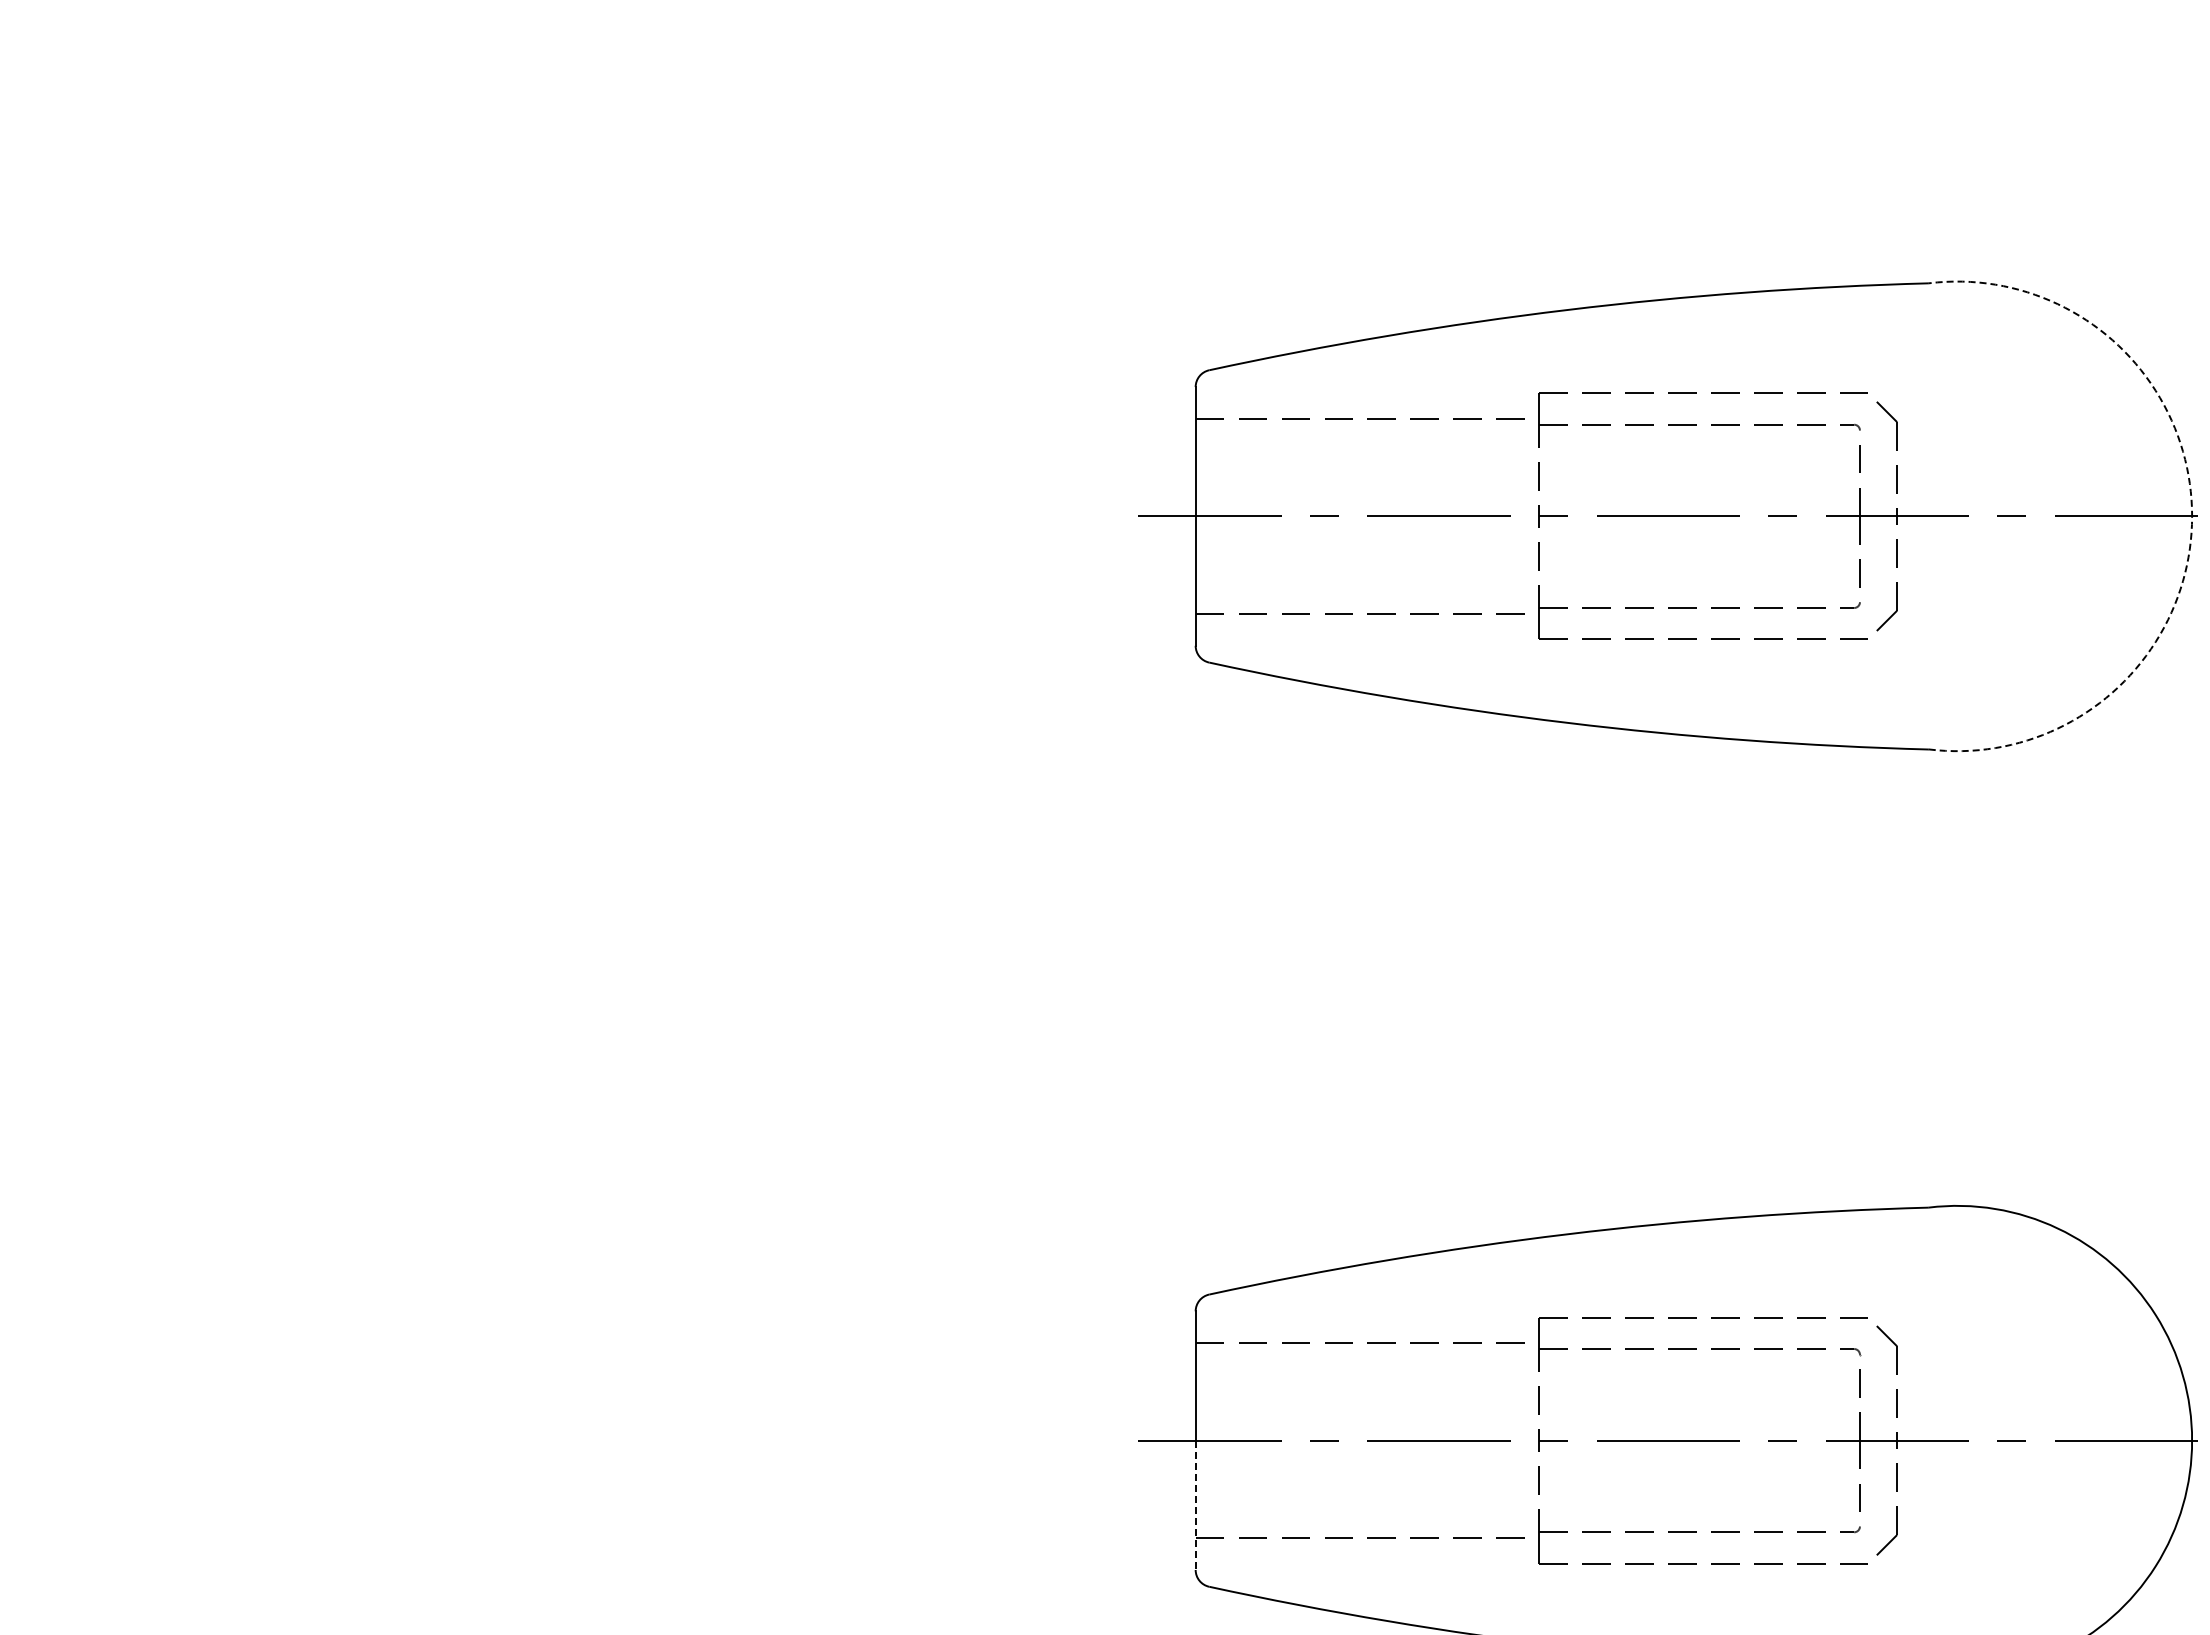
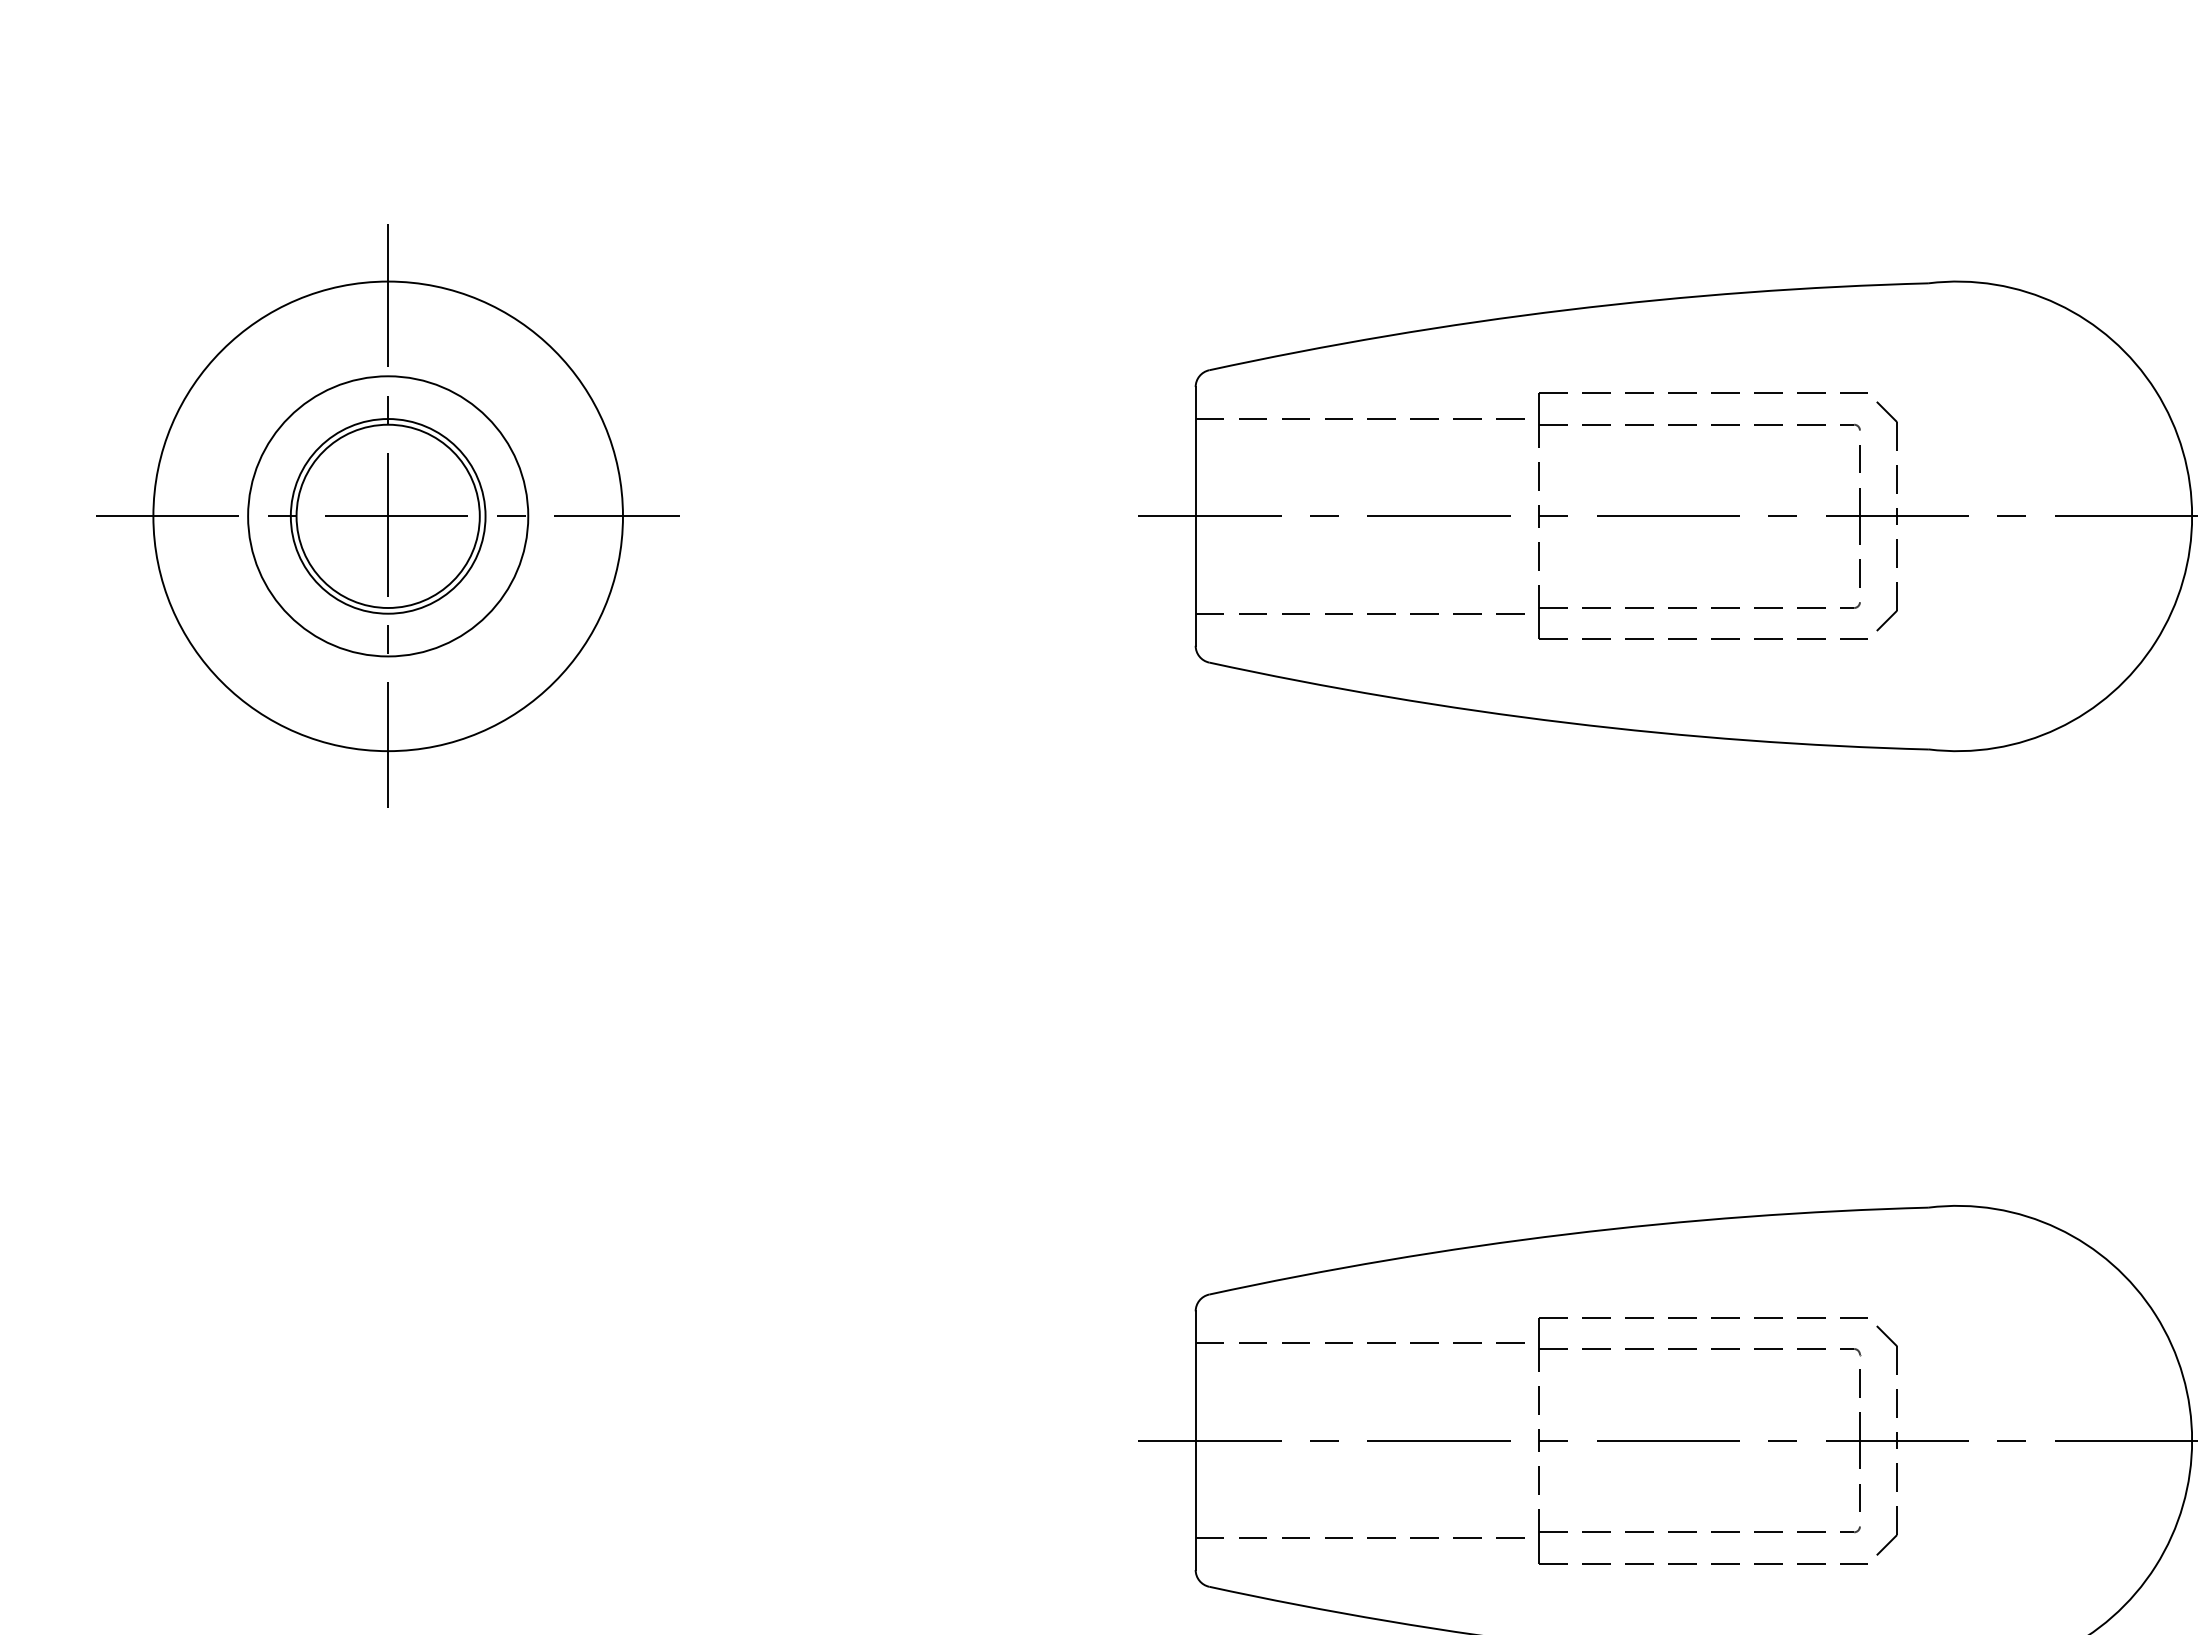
part at (387, 515): none -> present
arc at (2192, 516): dashed -> solid
line at (1195, 1505): dashed -> solid
